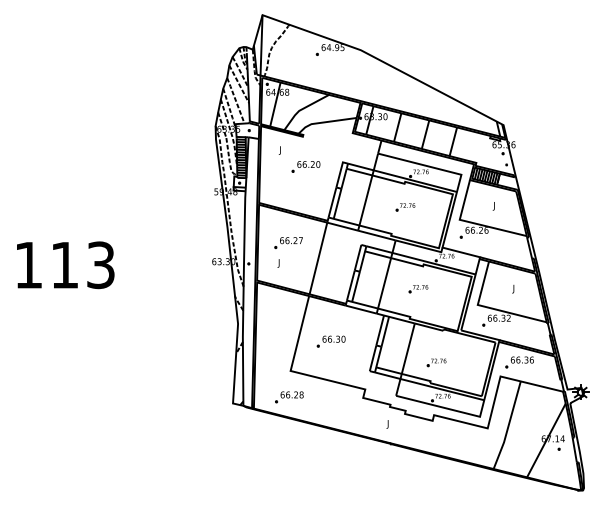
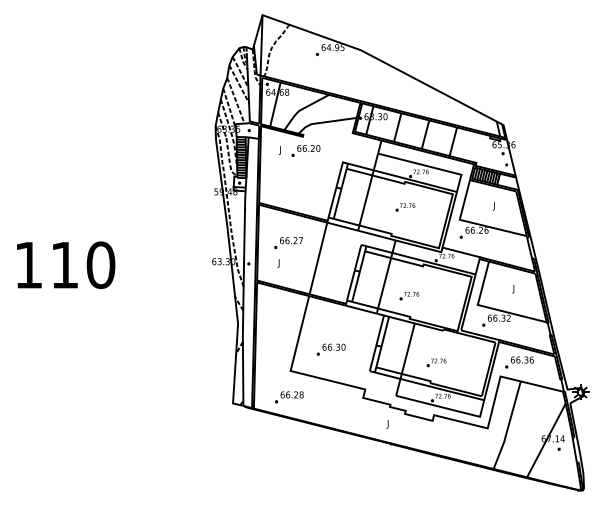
part at (305, 166) position: (305, 166) -> (305, 150)
text at (100, 265): 113 -> 110
part at (418, 289) position: (418, 289) -> (409, 296)
part at (330, 341) position: (330, 341) -> (330, 349)
